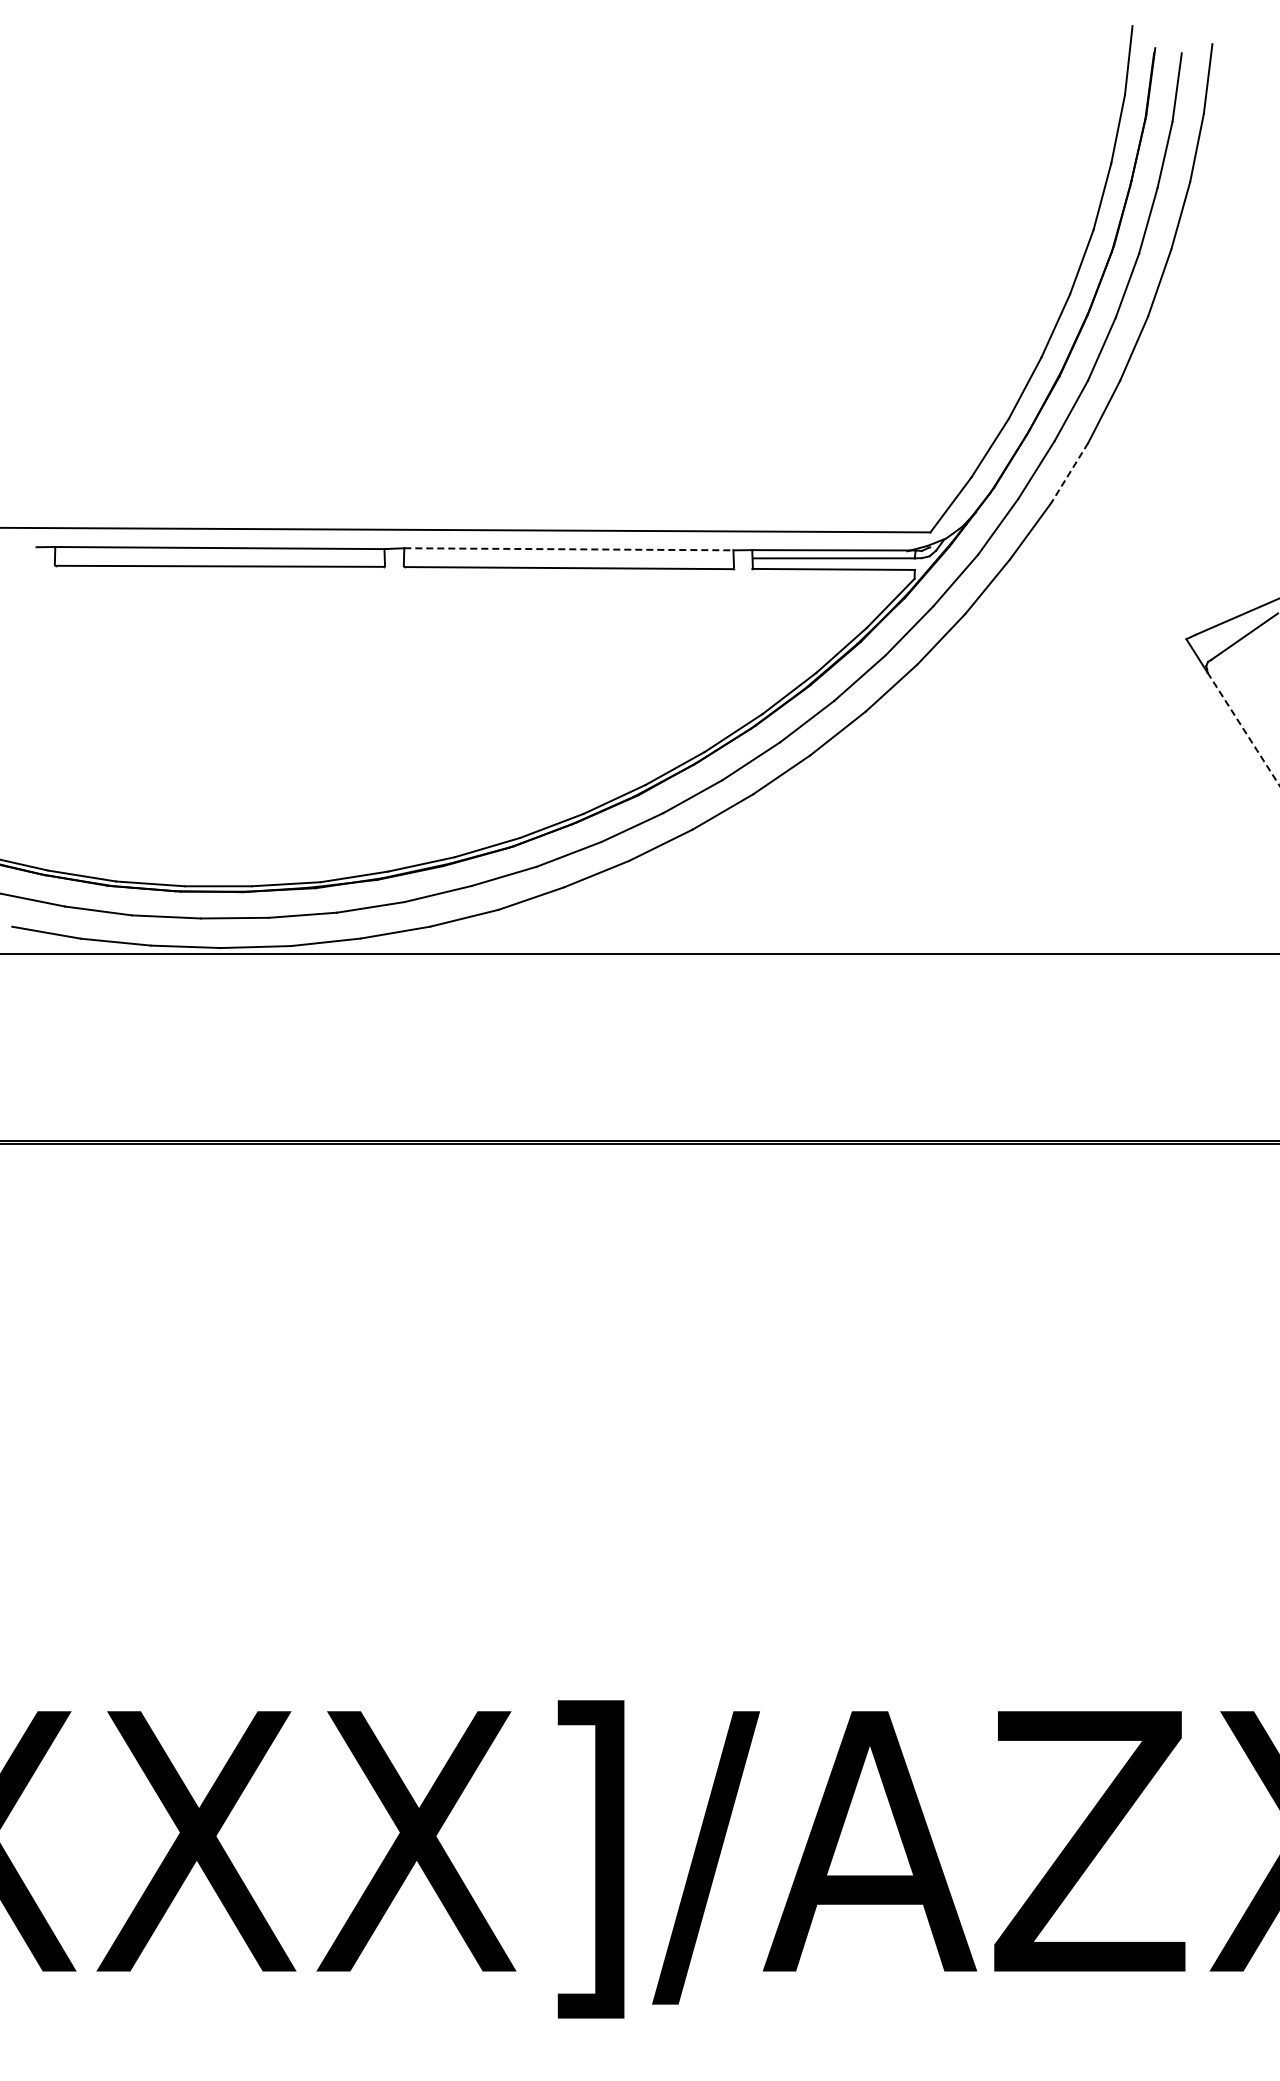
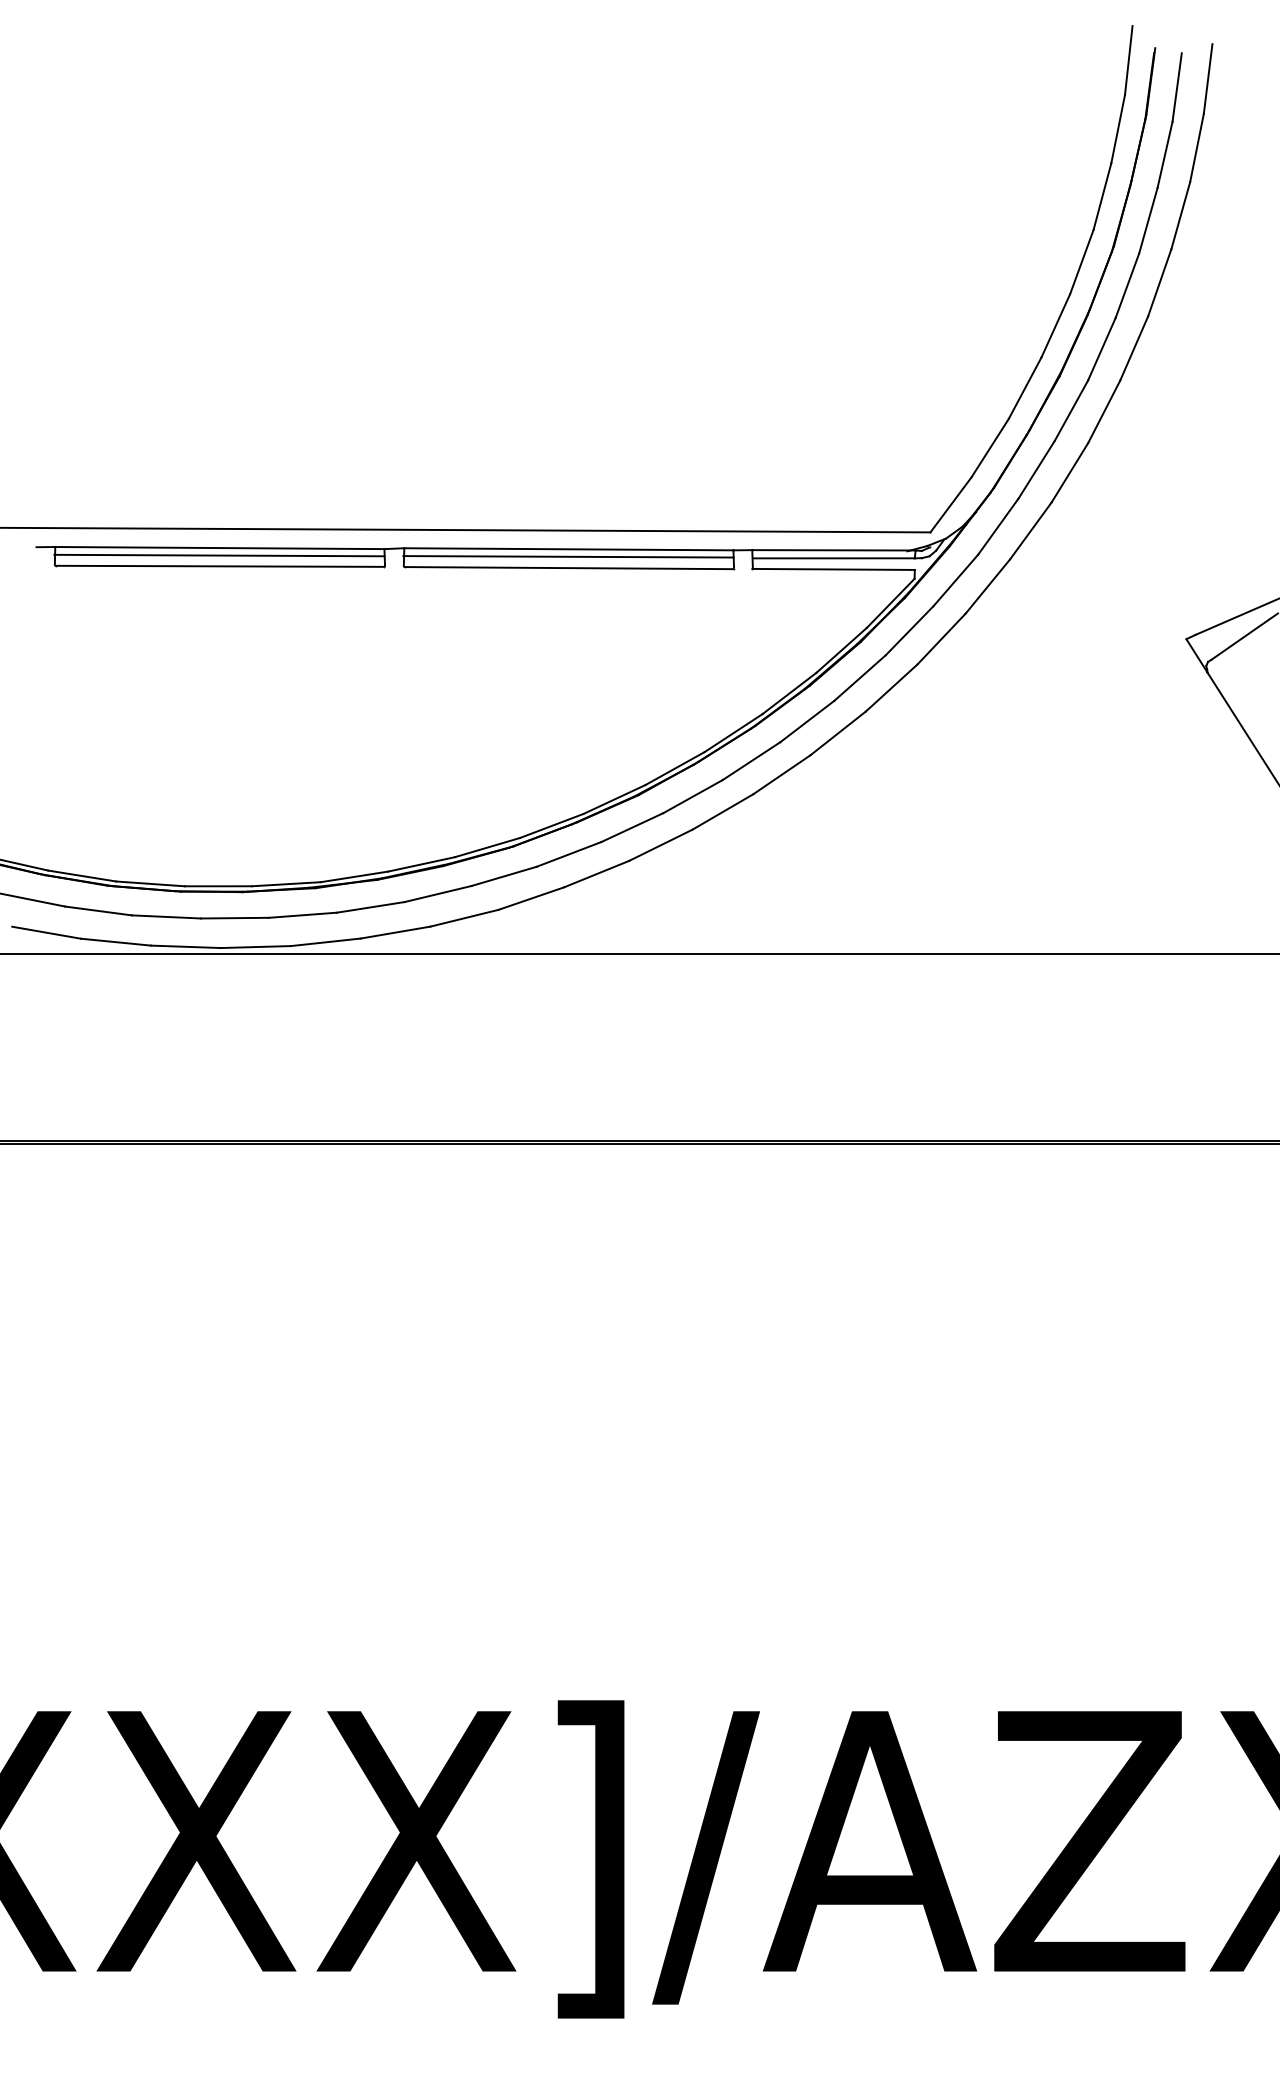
line at (1069, 472): dashed -> solid
line at (568, 549): dashed -> solid
line at (219, 555): none -> present
line at (568, 556): none -> present
line at (1243, 729): dashed -> solid
